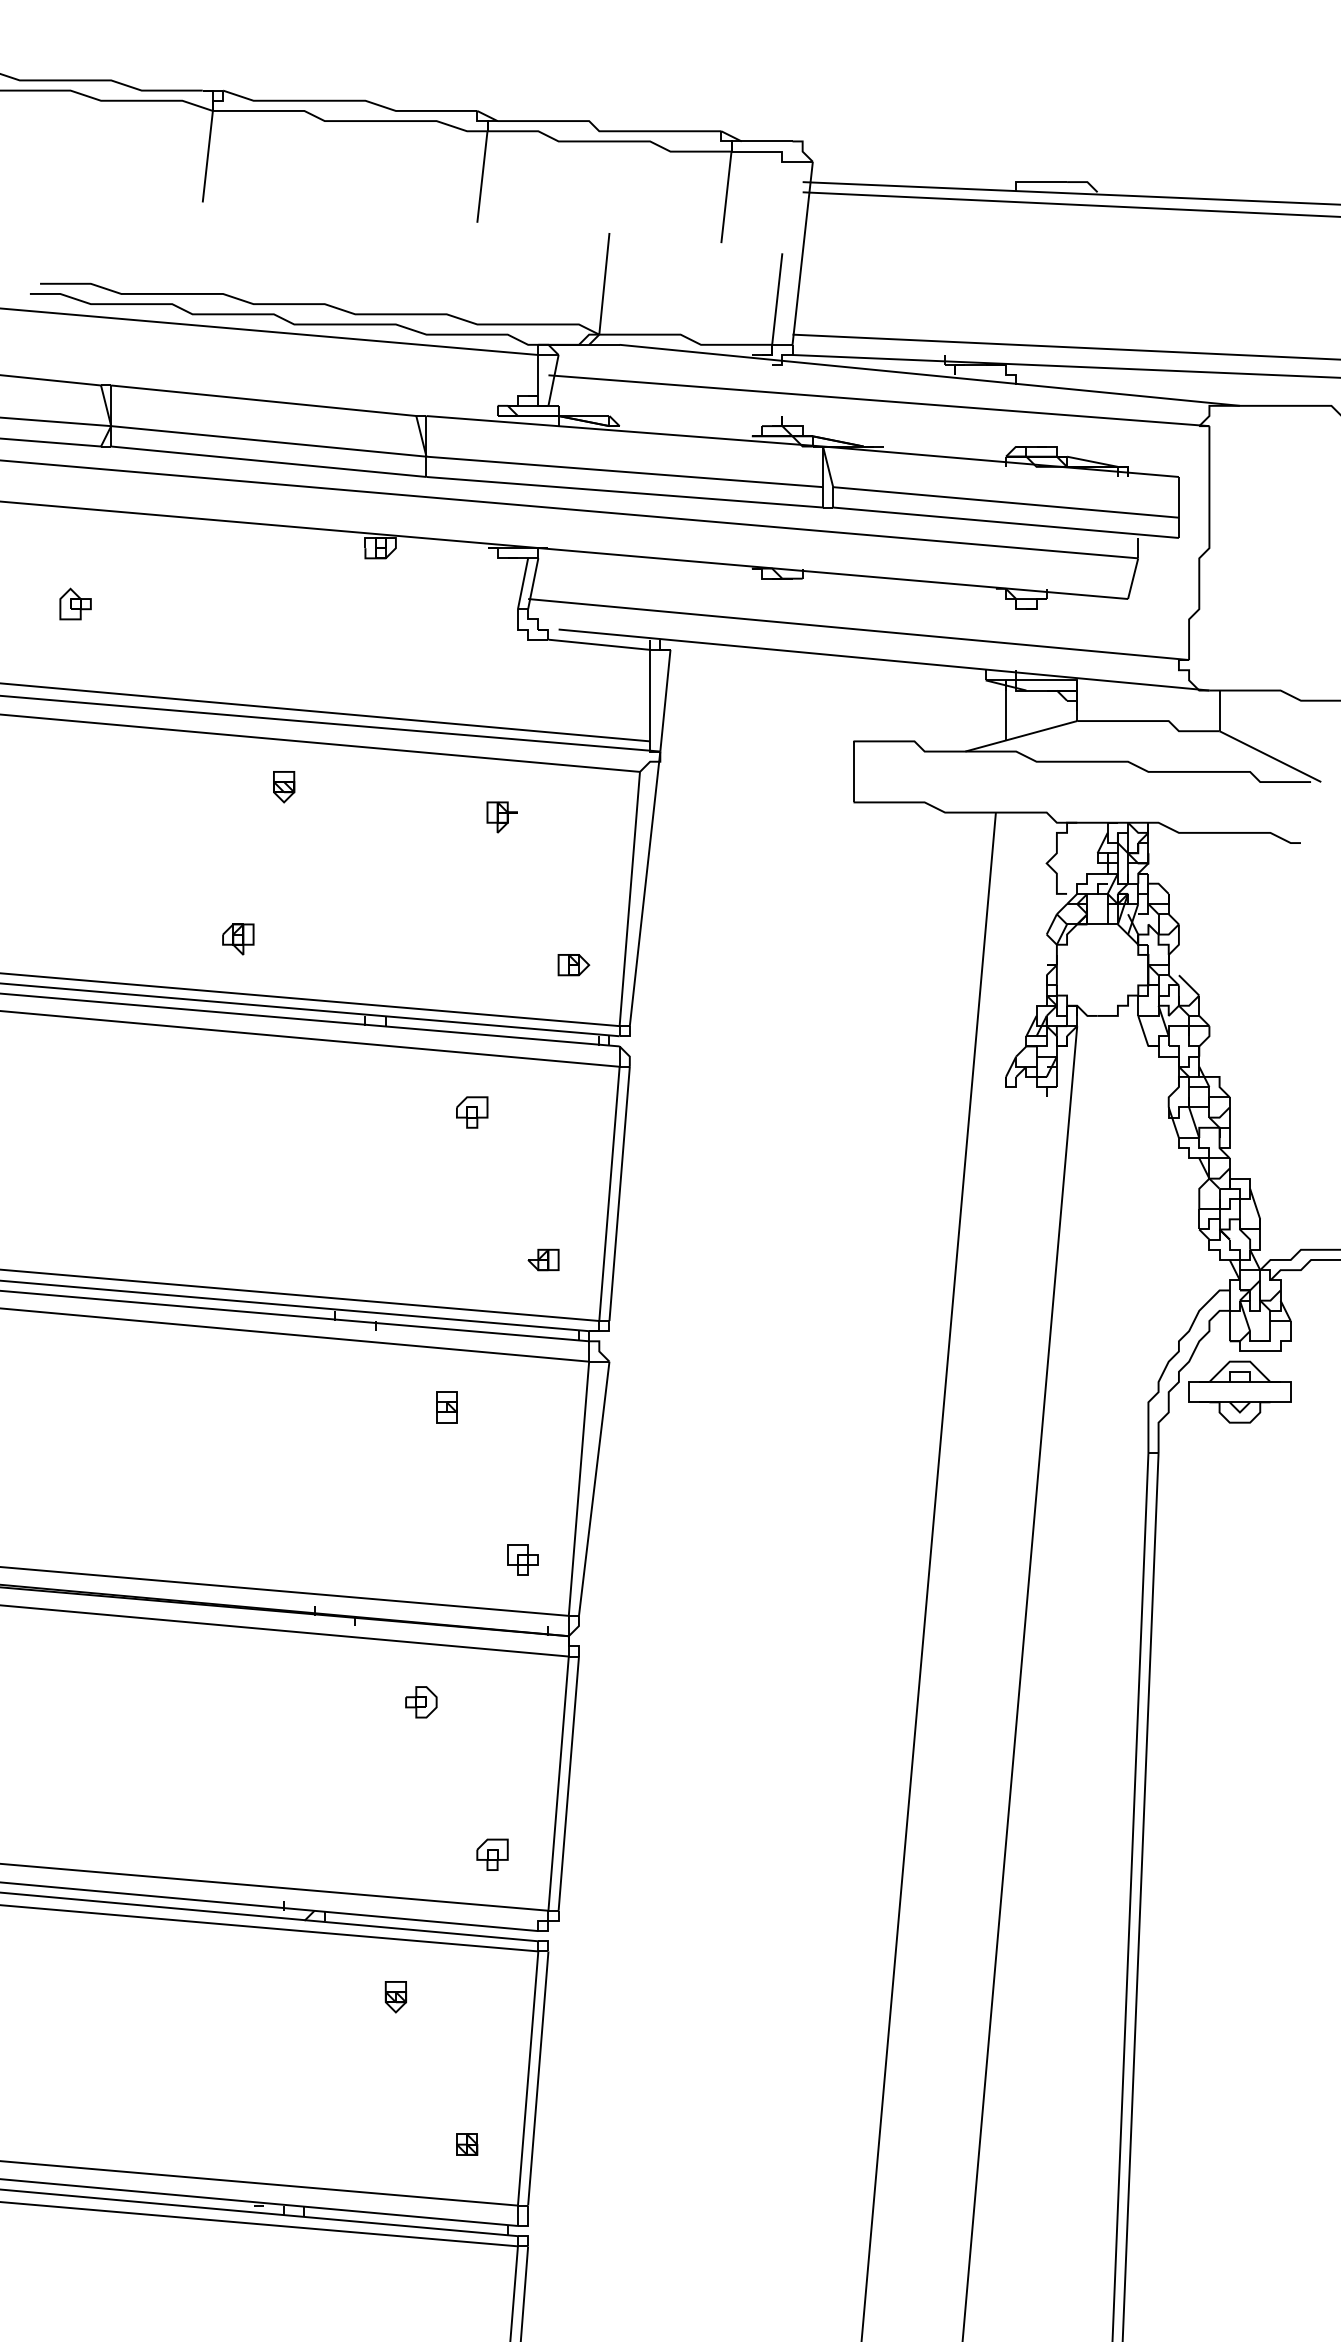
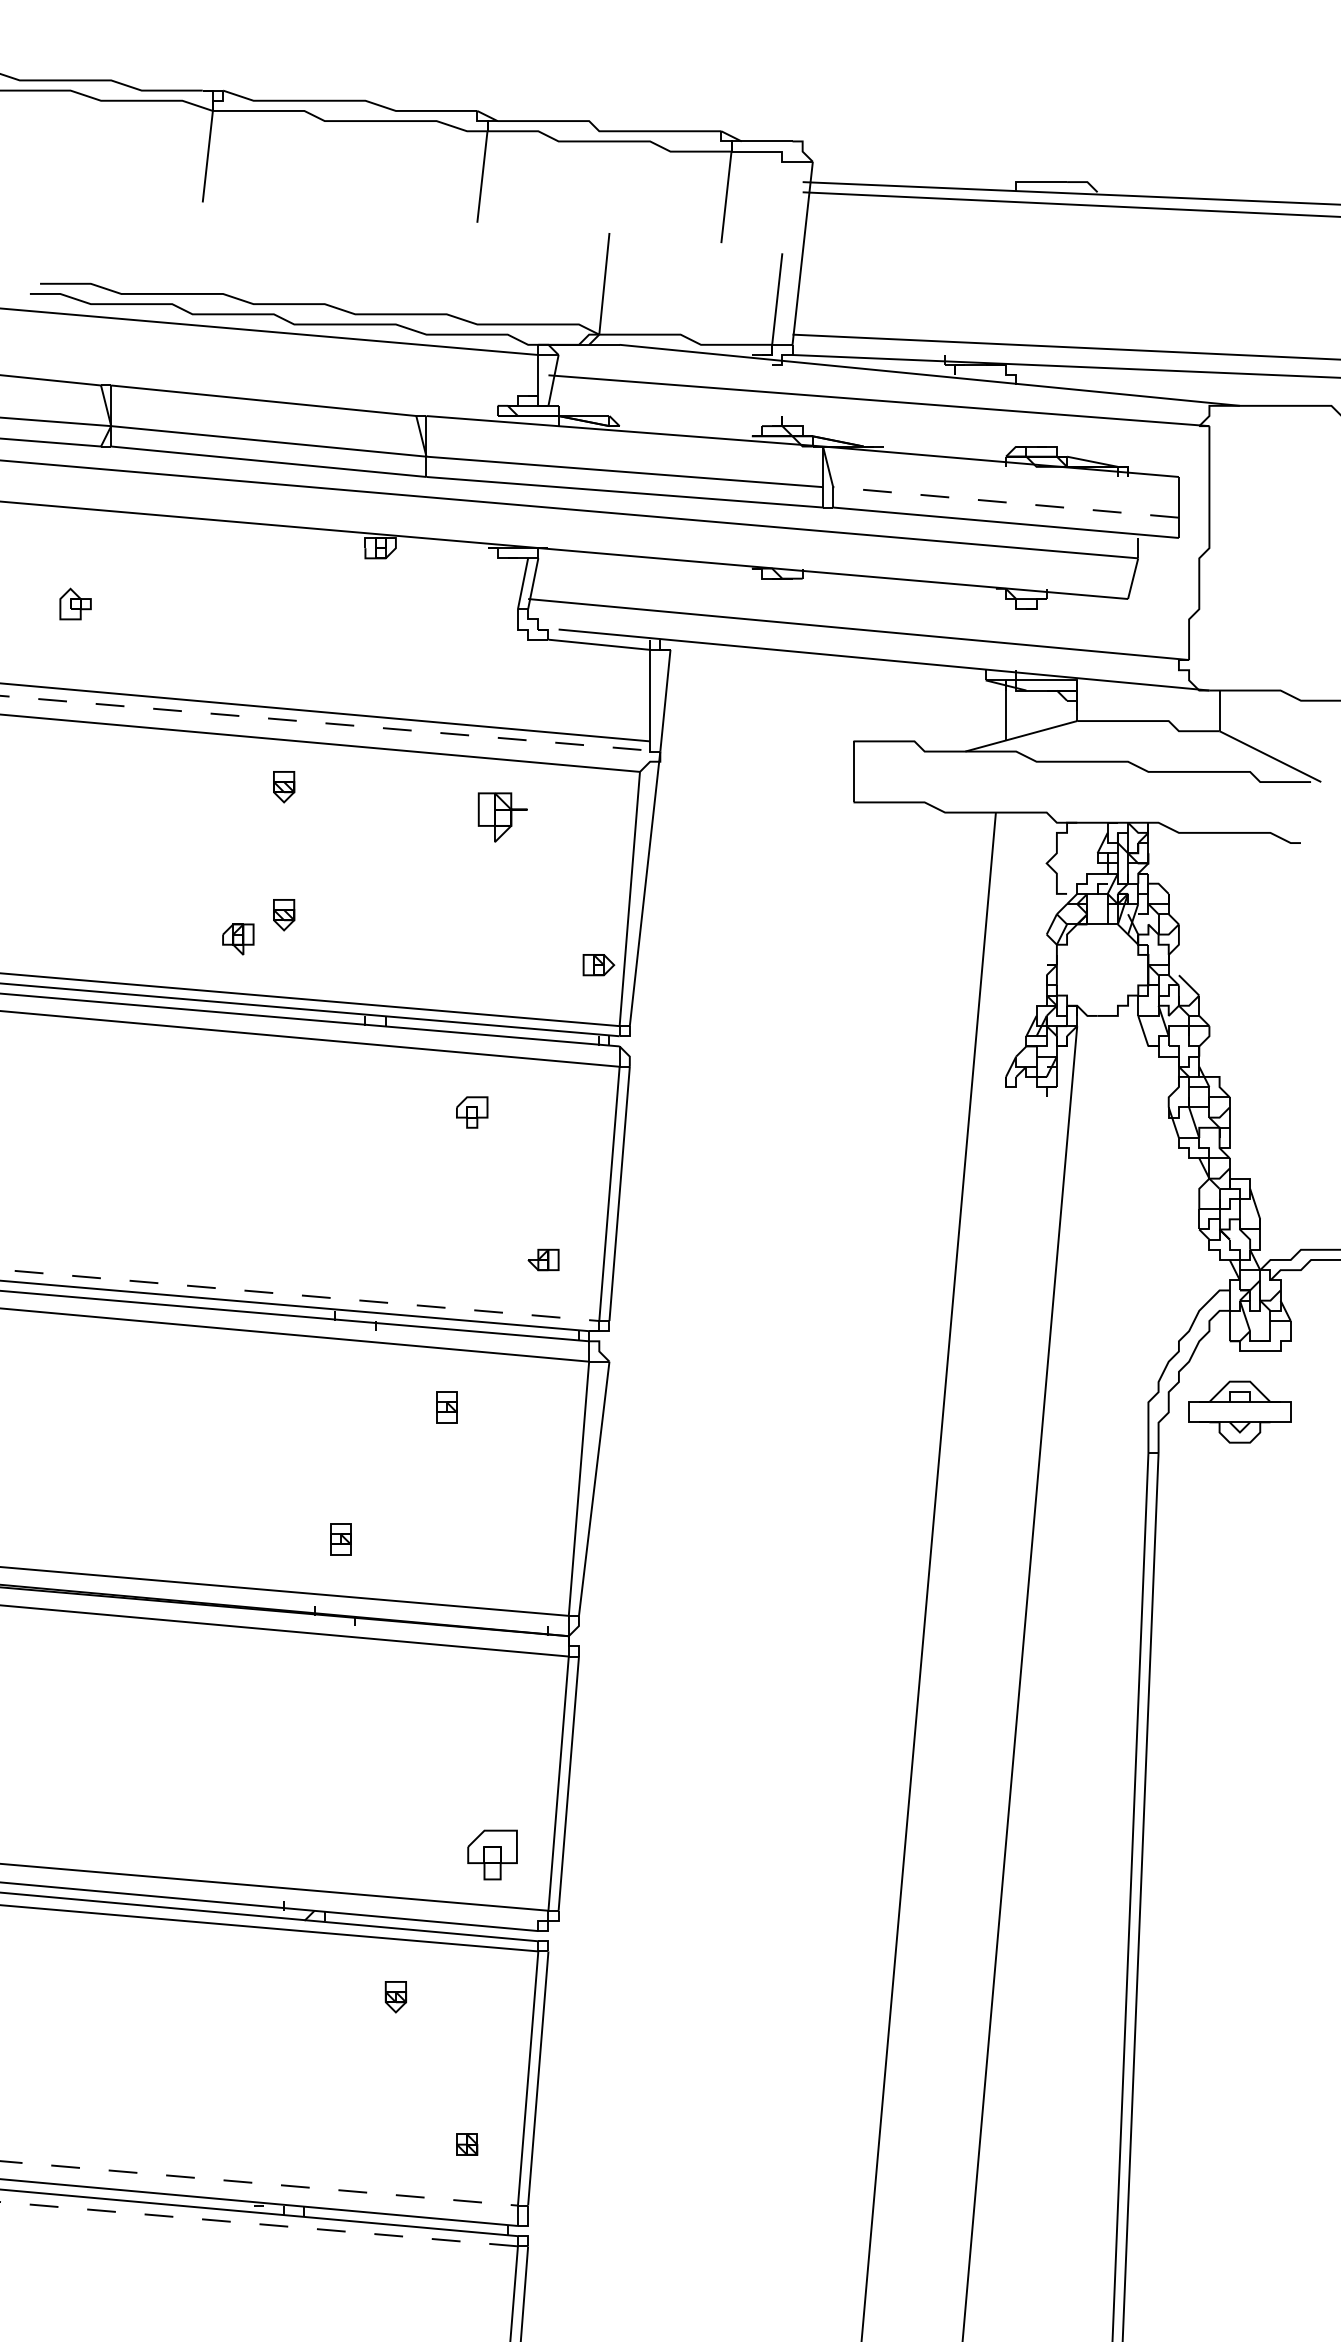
line at (1006, 502): solid -> dashed
line at (330, 723): solid -> dashed
part at (501, 817) size: 32x33 px -> 51x51 px
part at (284, 915): none -> present
part at (573, 965) position: (573, 965) -> (598, 965)
line at (300, 1295): solid -> dashed
part at (1239, 1391) position: (1239, 1391) -> (1239, 1411)
part at (340, 1539): none -> present
part at (522, 1559): present -> none
part at (421, 1702): present -> none
part at (492, 1854) size: 33x33 px -> 51x52 px
line at (259, 2183): solid -> dashed
line at (258, 2224): solid -> dashed
